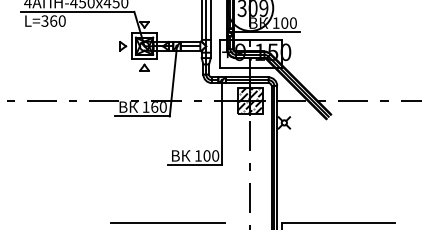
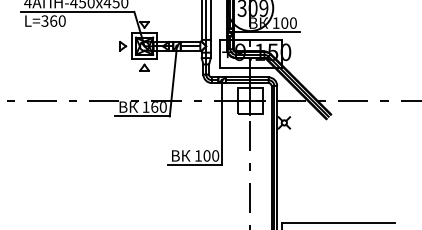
hatch at (250, 100): present -> none
line at (167, 222): present -> none
